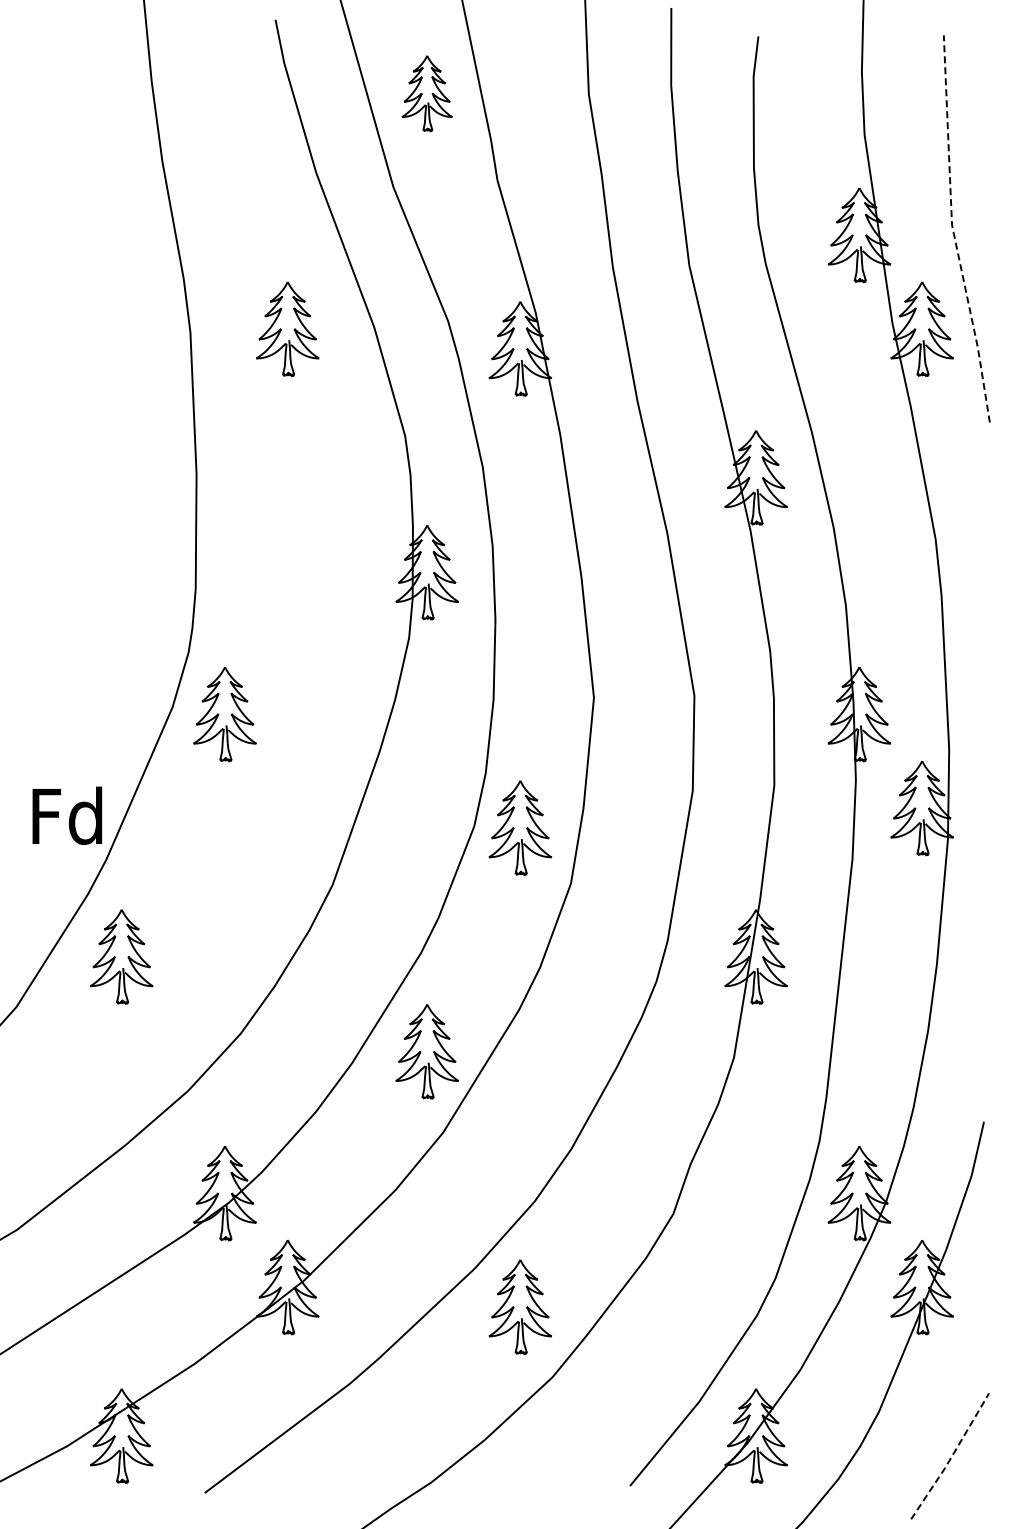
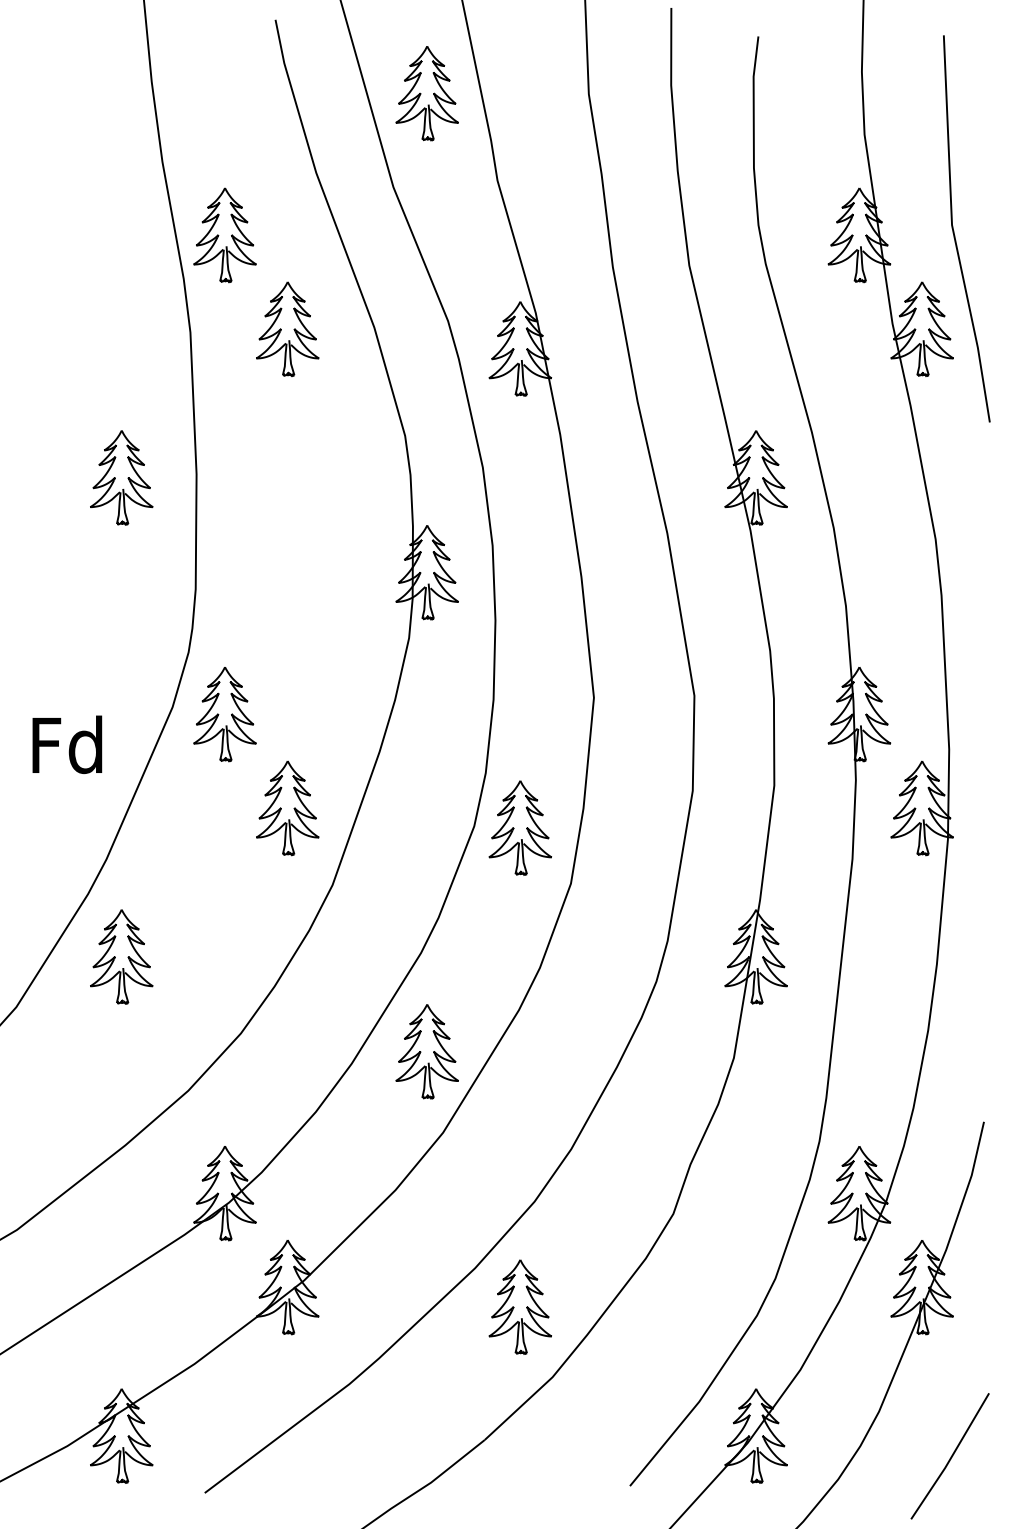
part at (426, 93) size: 52x78 px -> 64x96 px
line at (953, 230): dashed -> solid
part at (224, 235): none -> present
part at (121, 477): none -> present
part at (287, 808): none -> present
text at (67, 815) position: (67, 815) -> (67, 744)
line at (951, 1457): dashed -> solid
